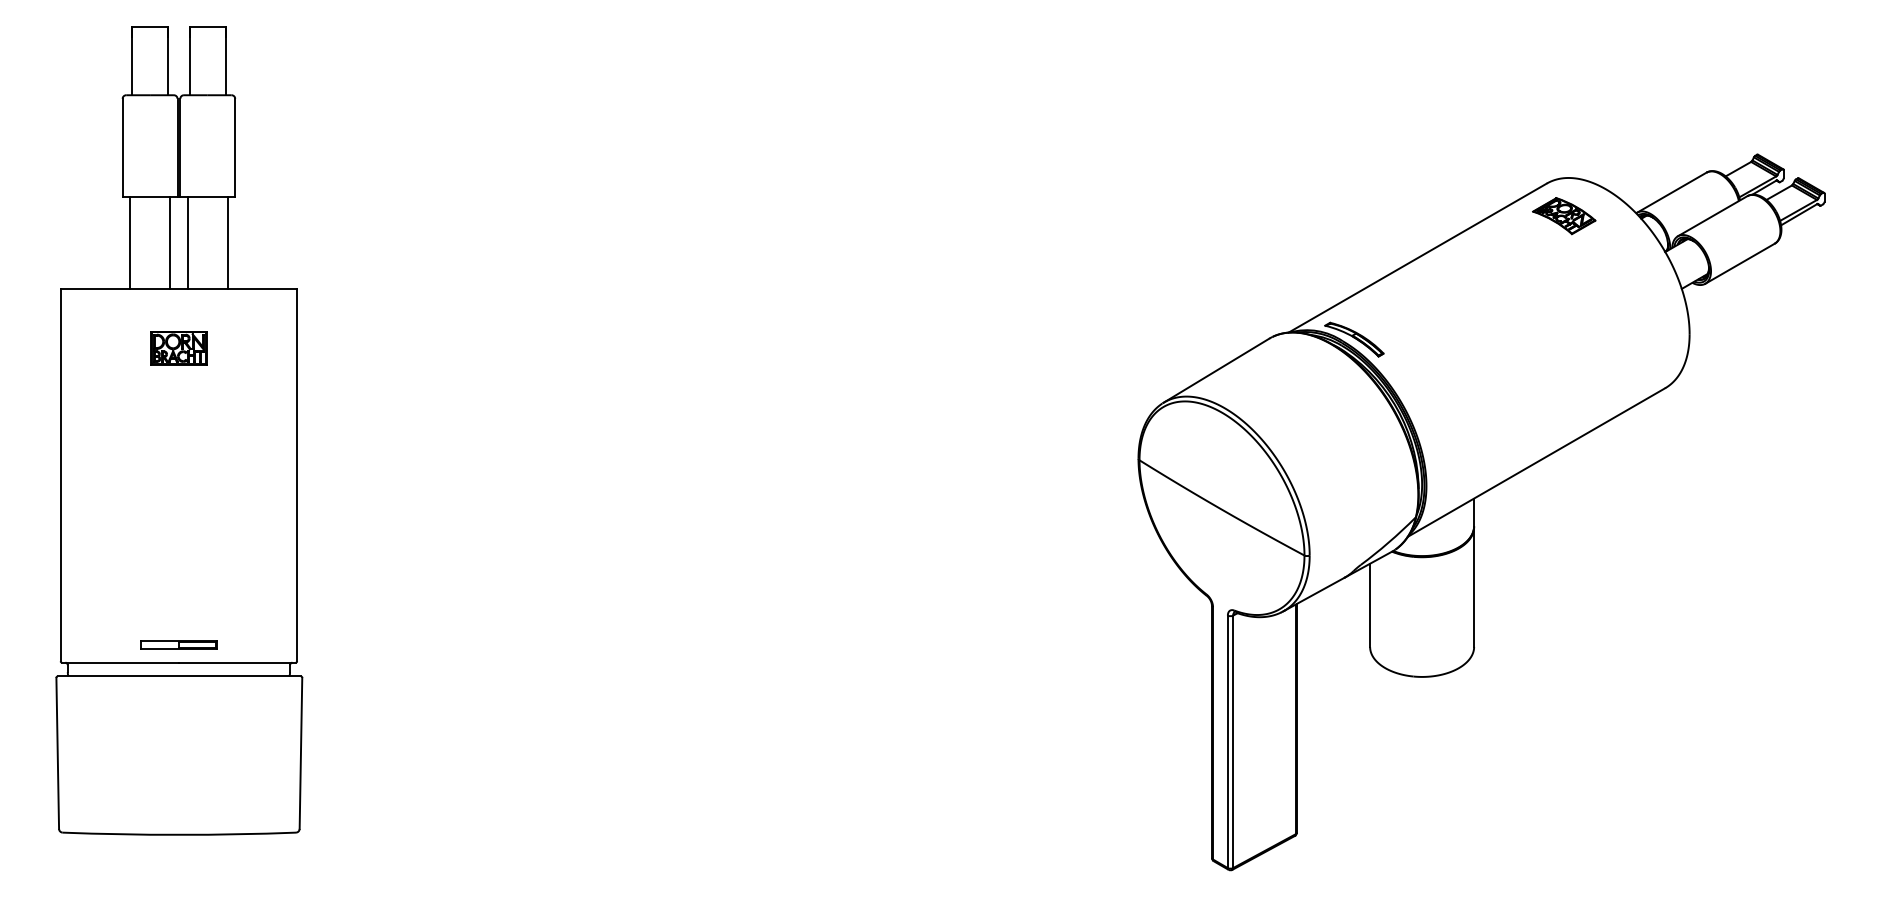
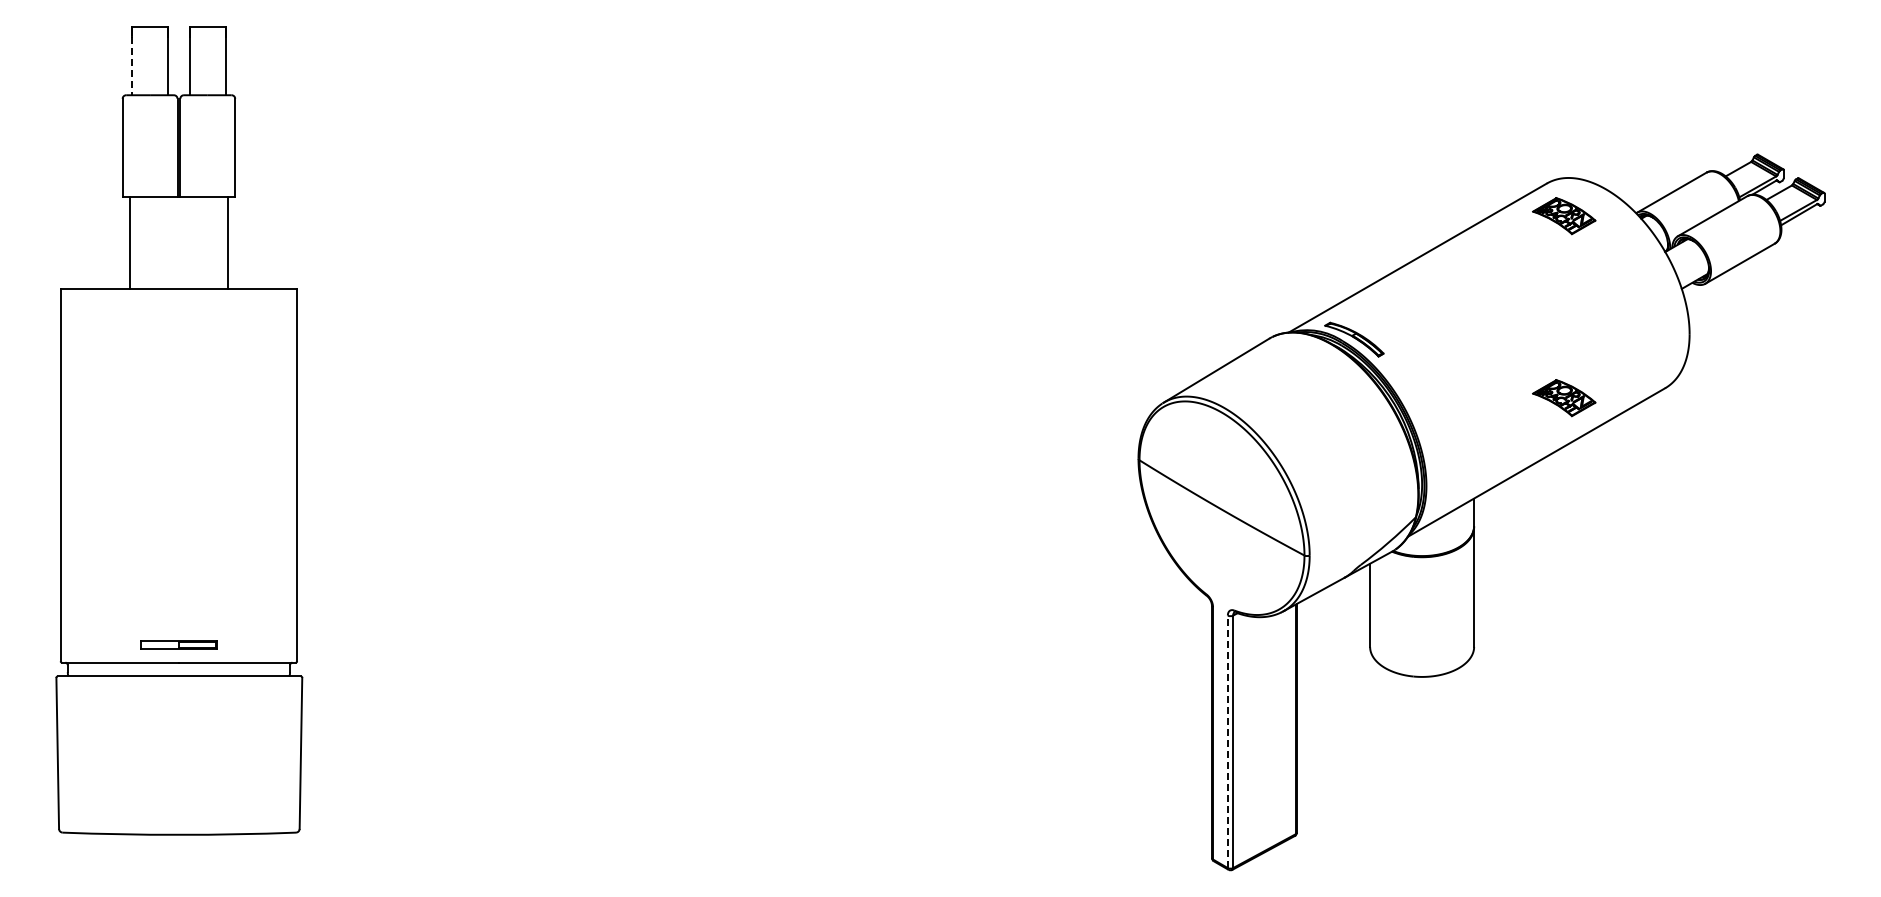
line at (132, 66): solid -> dashed
line at (170, 242): present -> none
line at (187, 242): present -> none
part at (178, 348): present -> none
part at (1564, 398): none -> present
line at (1227, 741): solid -> dashed
